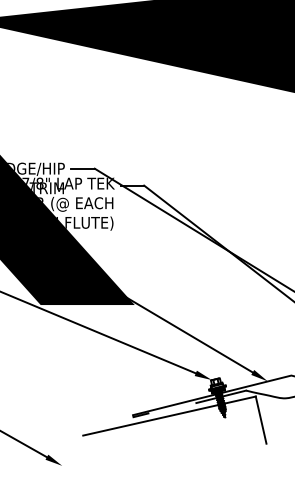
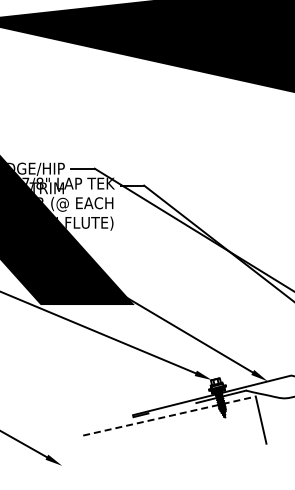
line at (169, 415): solid -> dashed
